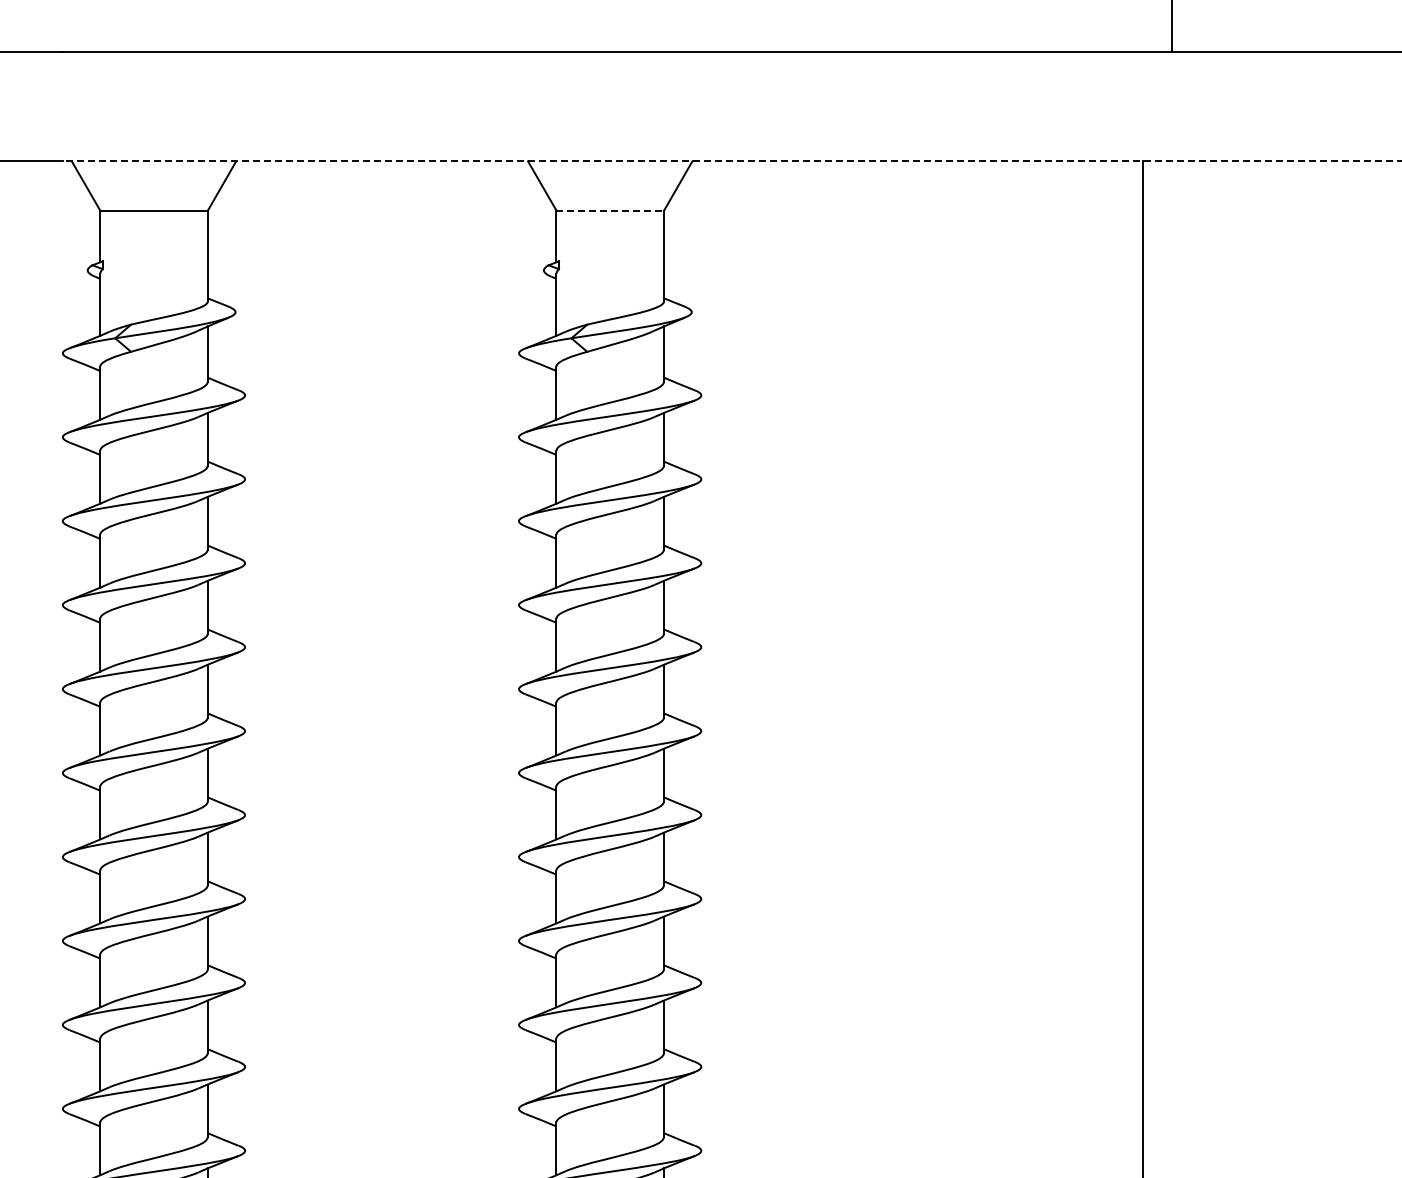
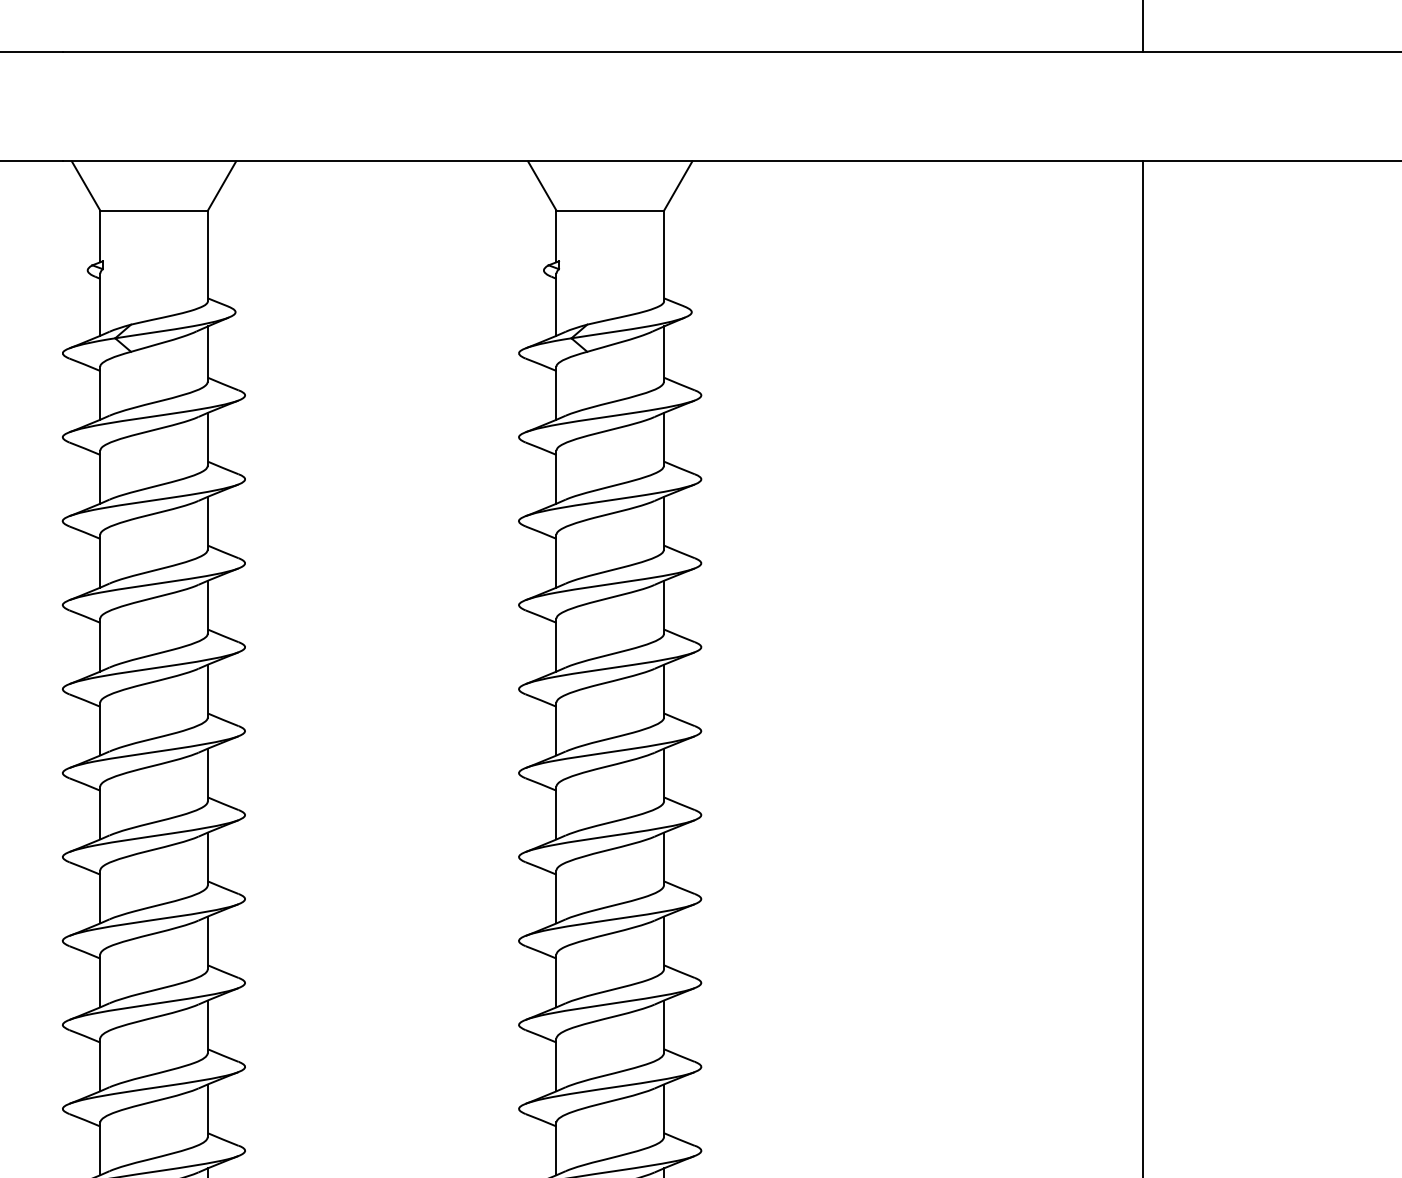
line at (1172, 26) position: (1172, 26) -> (1143, 26)
line at (731, 161): dashed -> solid
line at (610, 210): dashed -> solid
